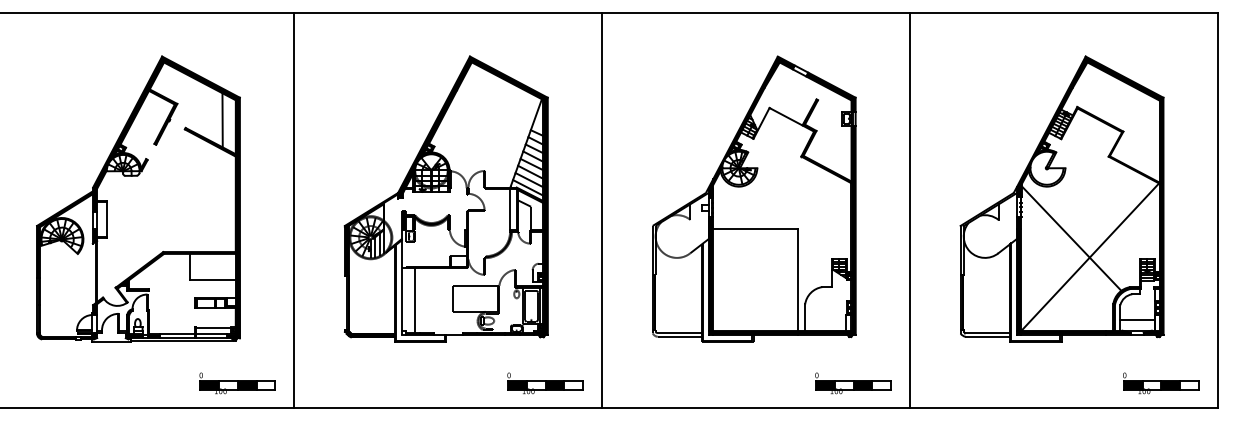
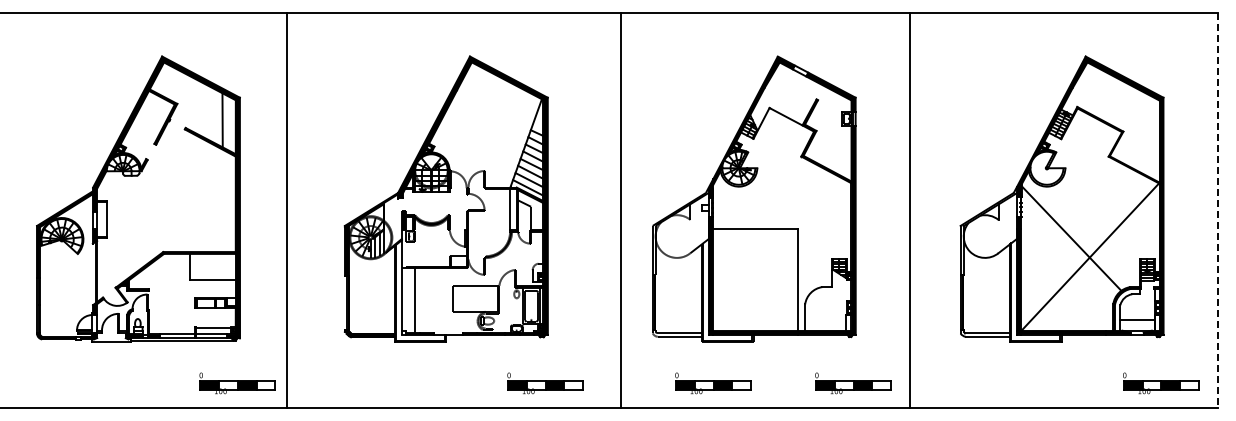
line at (294, 210) position: (294, 210) -> (287, 210)
line at (601, 210) position: (601, 210) -> (620, 210)
line at (1217, 210): solid -> dashed
part at (713, 383): none -> present
